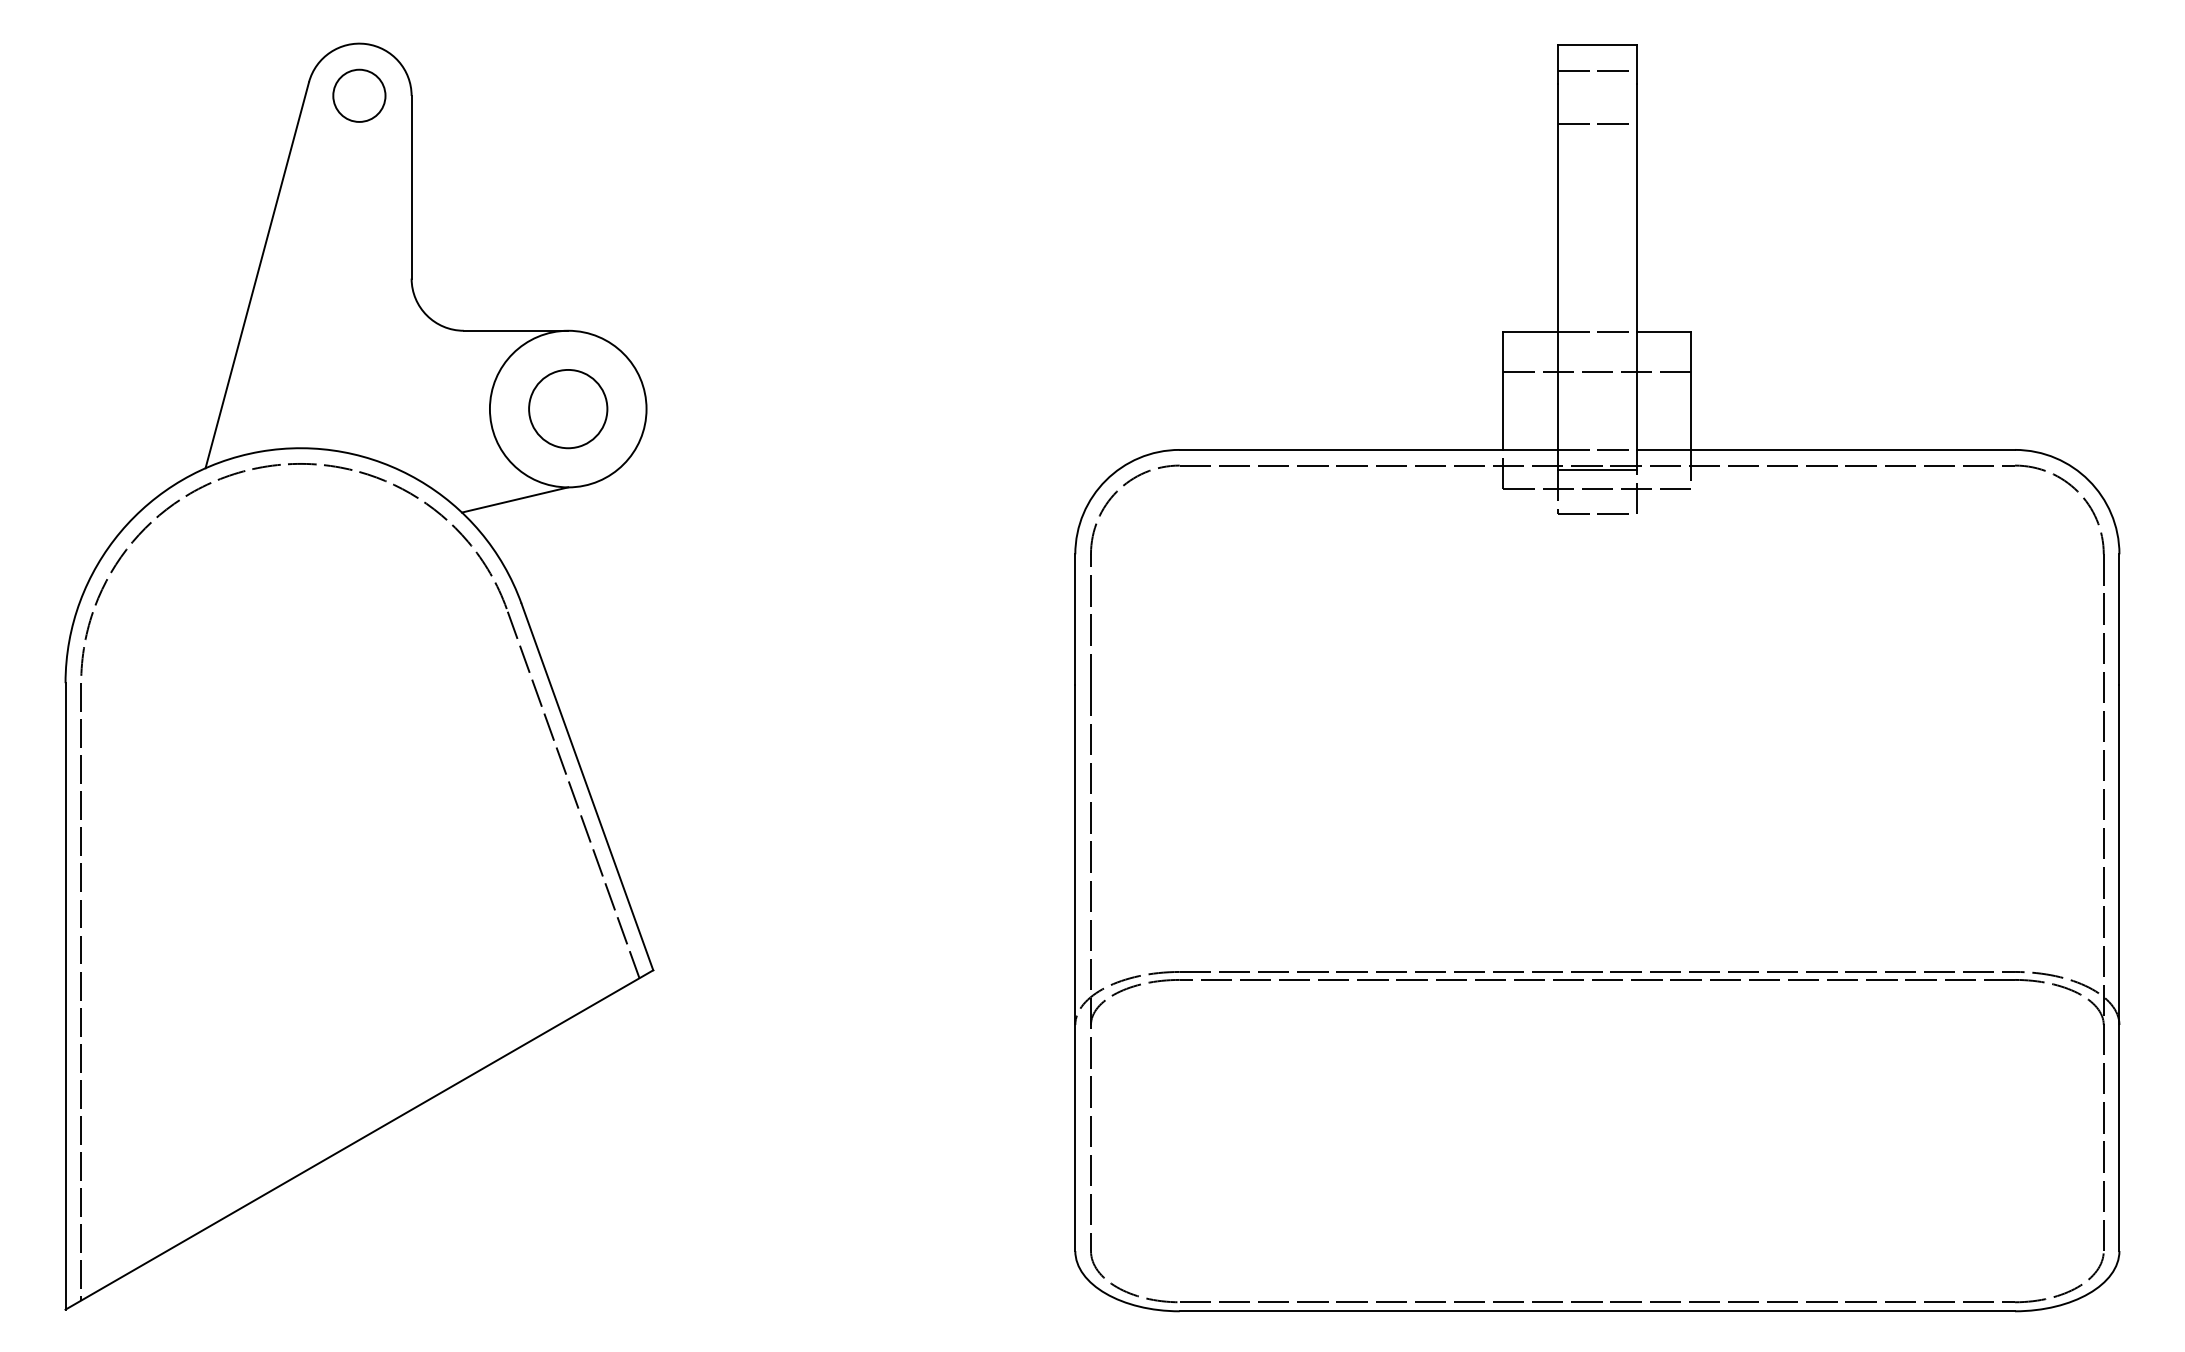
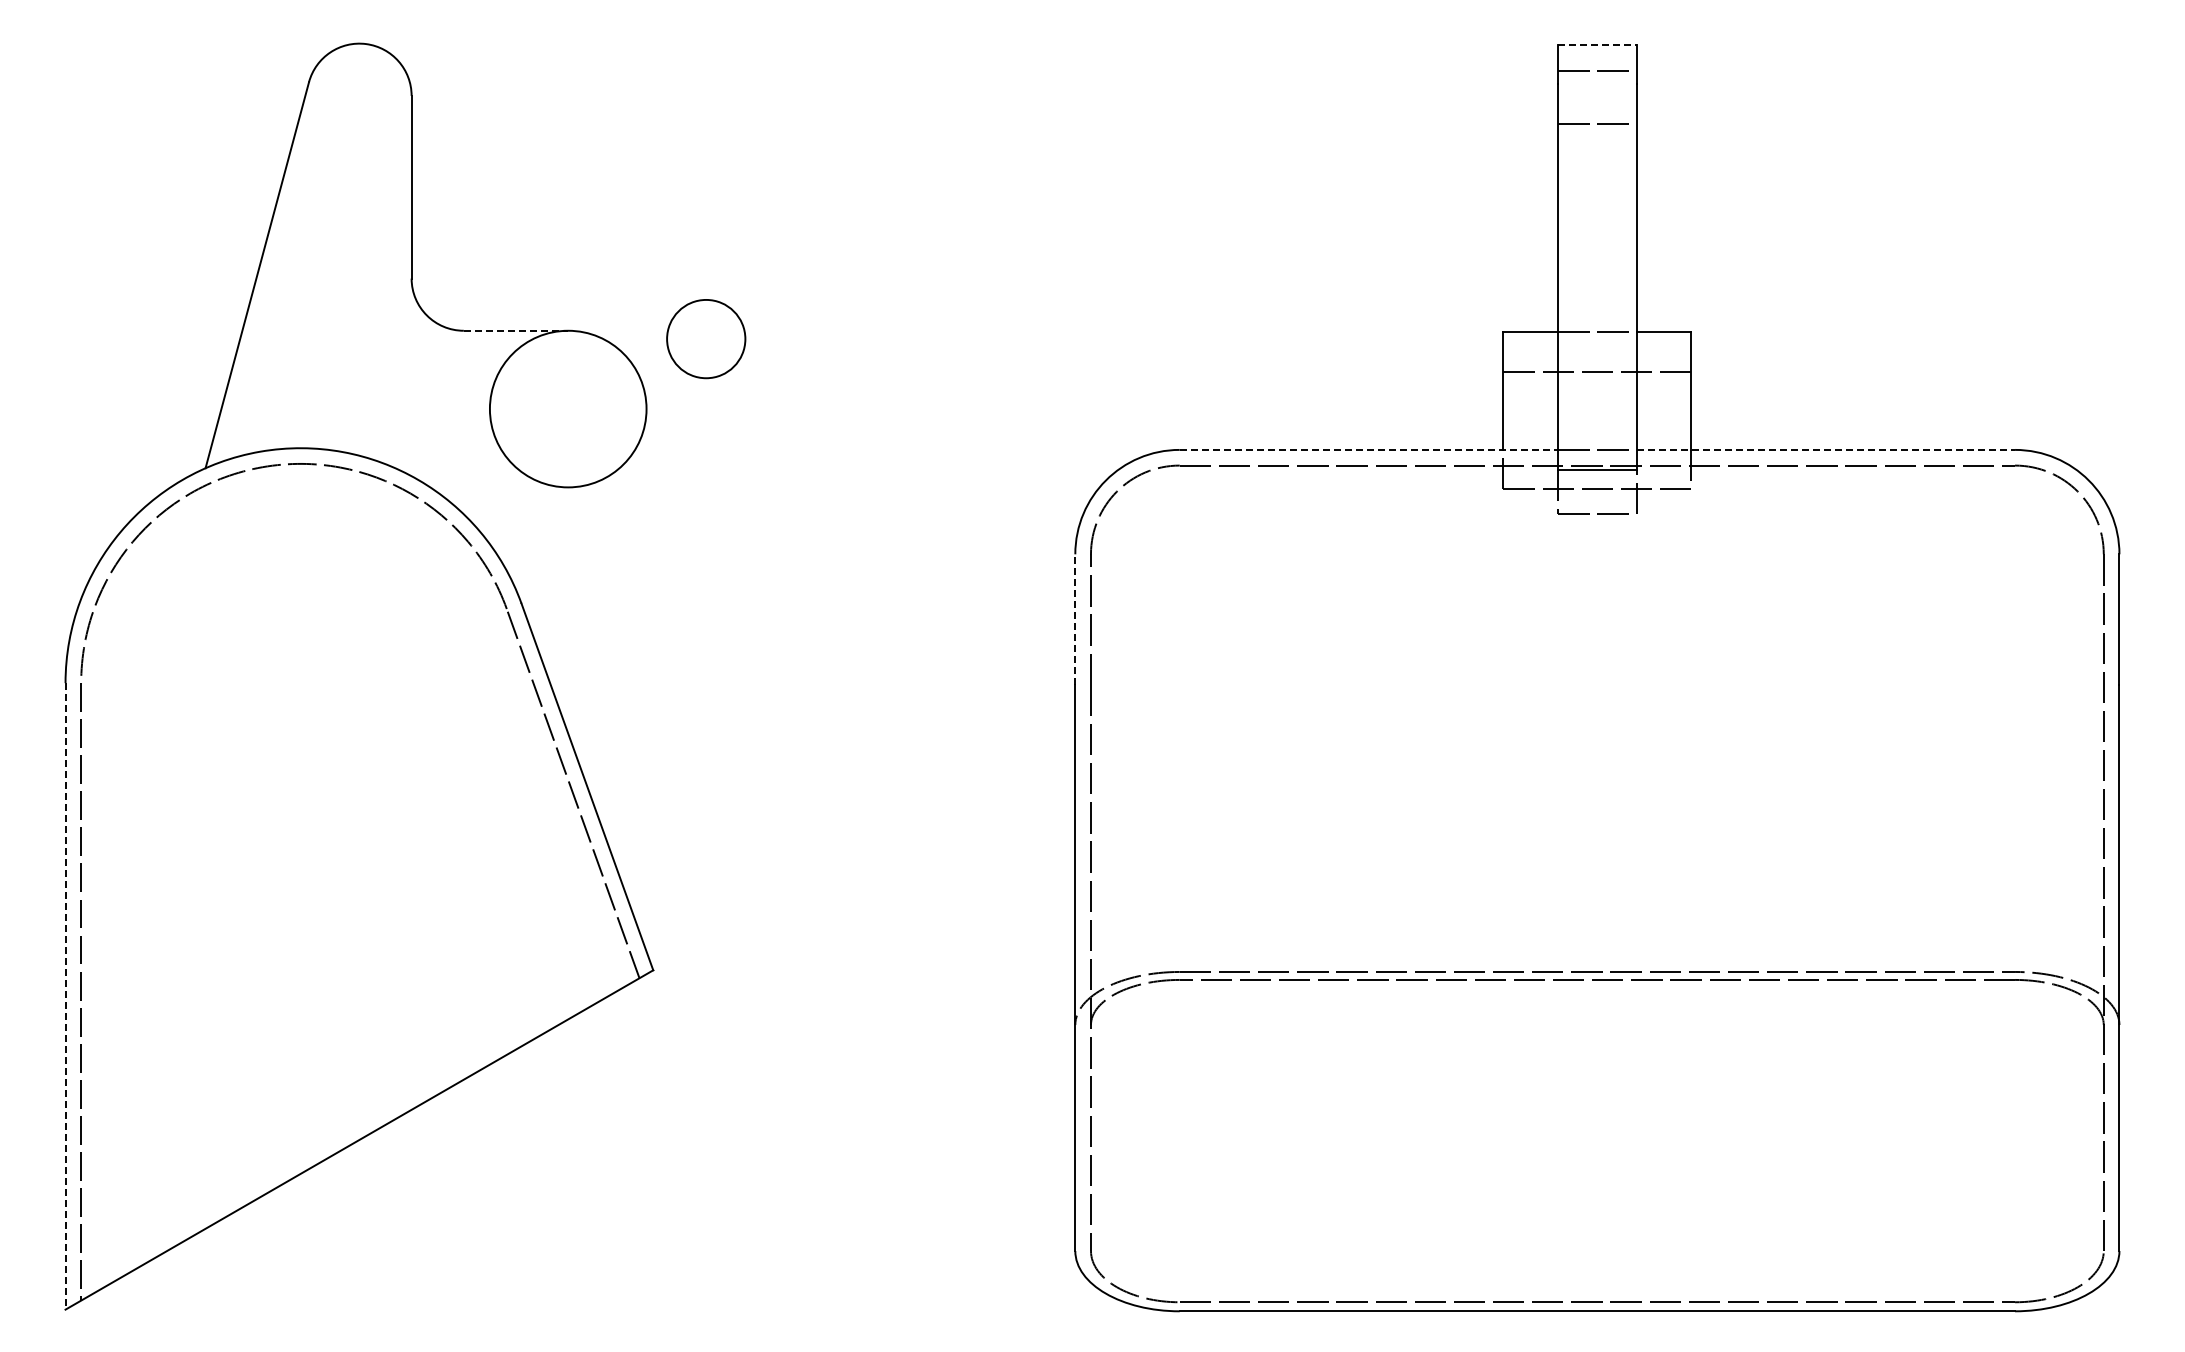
line at (1597, 45): solid -> dashed
circle at (359, 95): present -> none
line at (516, 330): solid -> dashed
circle at (568, 409) position: (568, 409) -> (706, 339)
line at (1369, 449): solid -> dashed
line at (1826, 449): solid -> dashed
line at (515, 499): present -> none
line at (1075, 619): solid -> dashed
line at (65, 996): solid -> dashed
